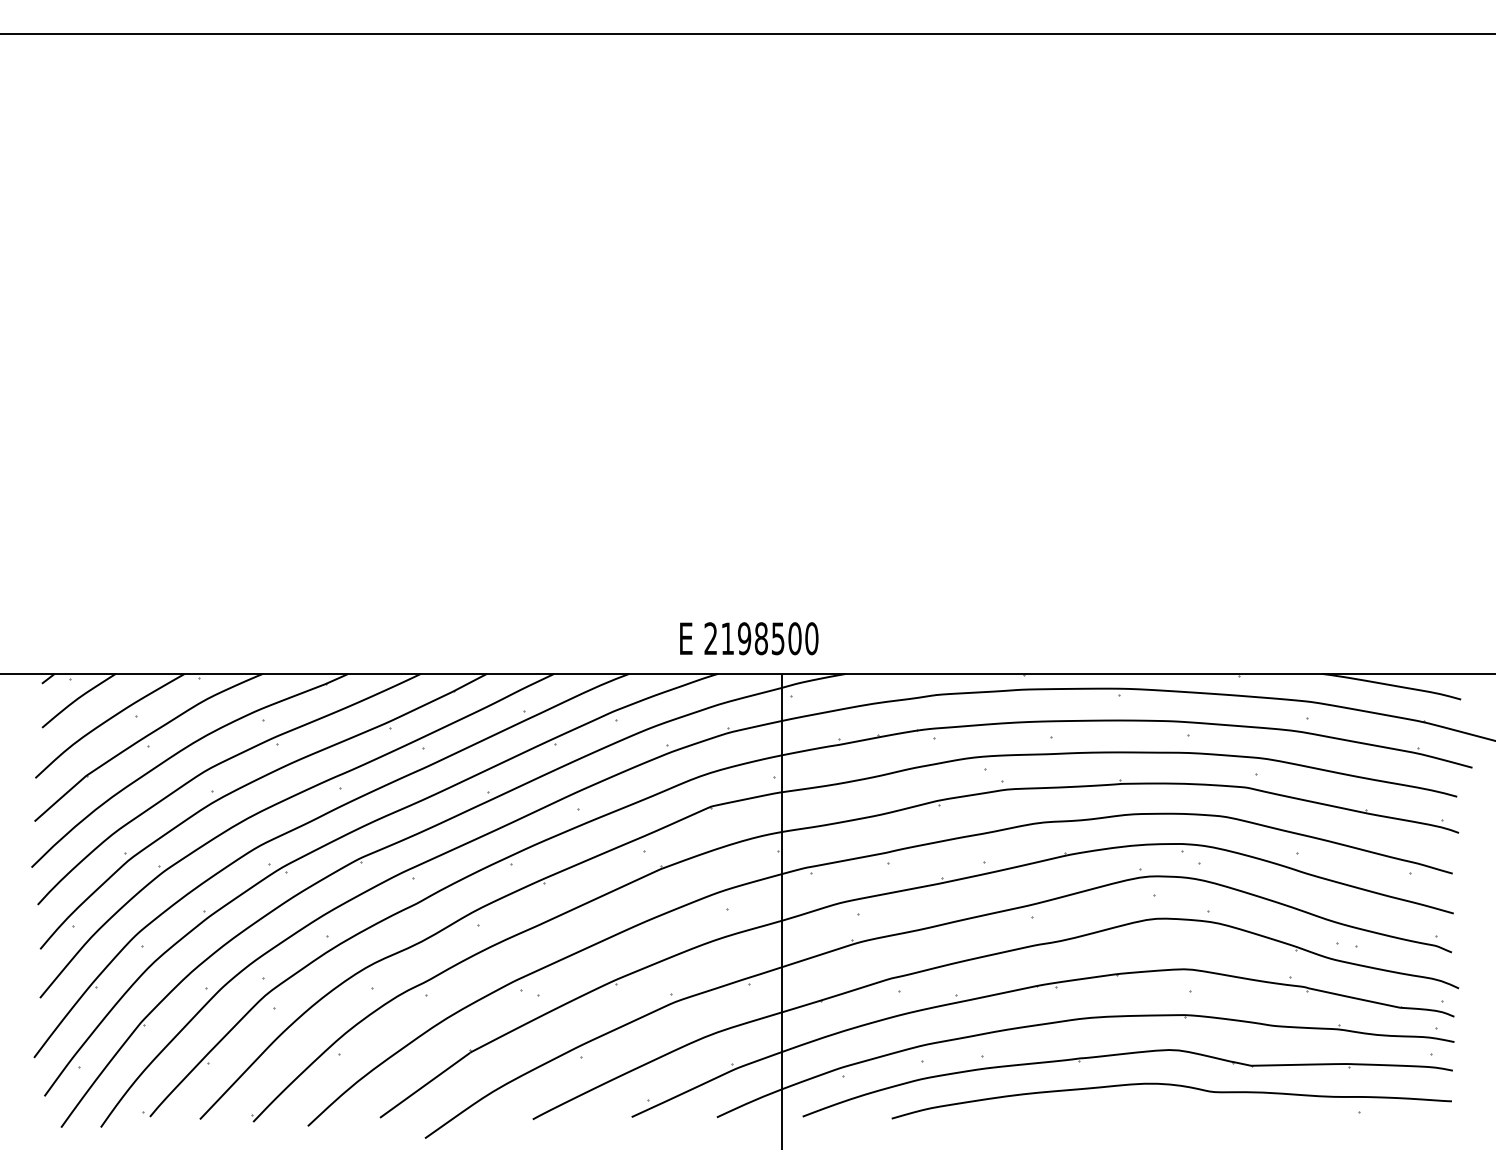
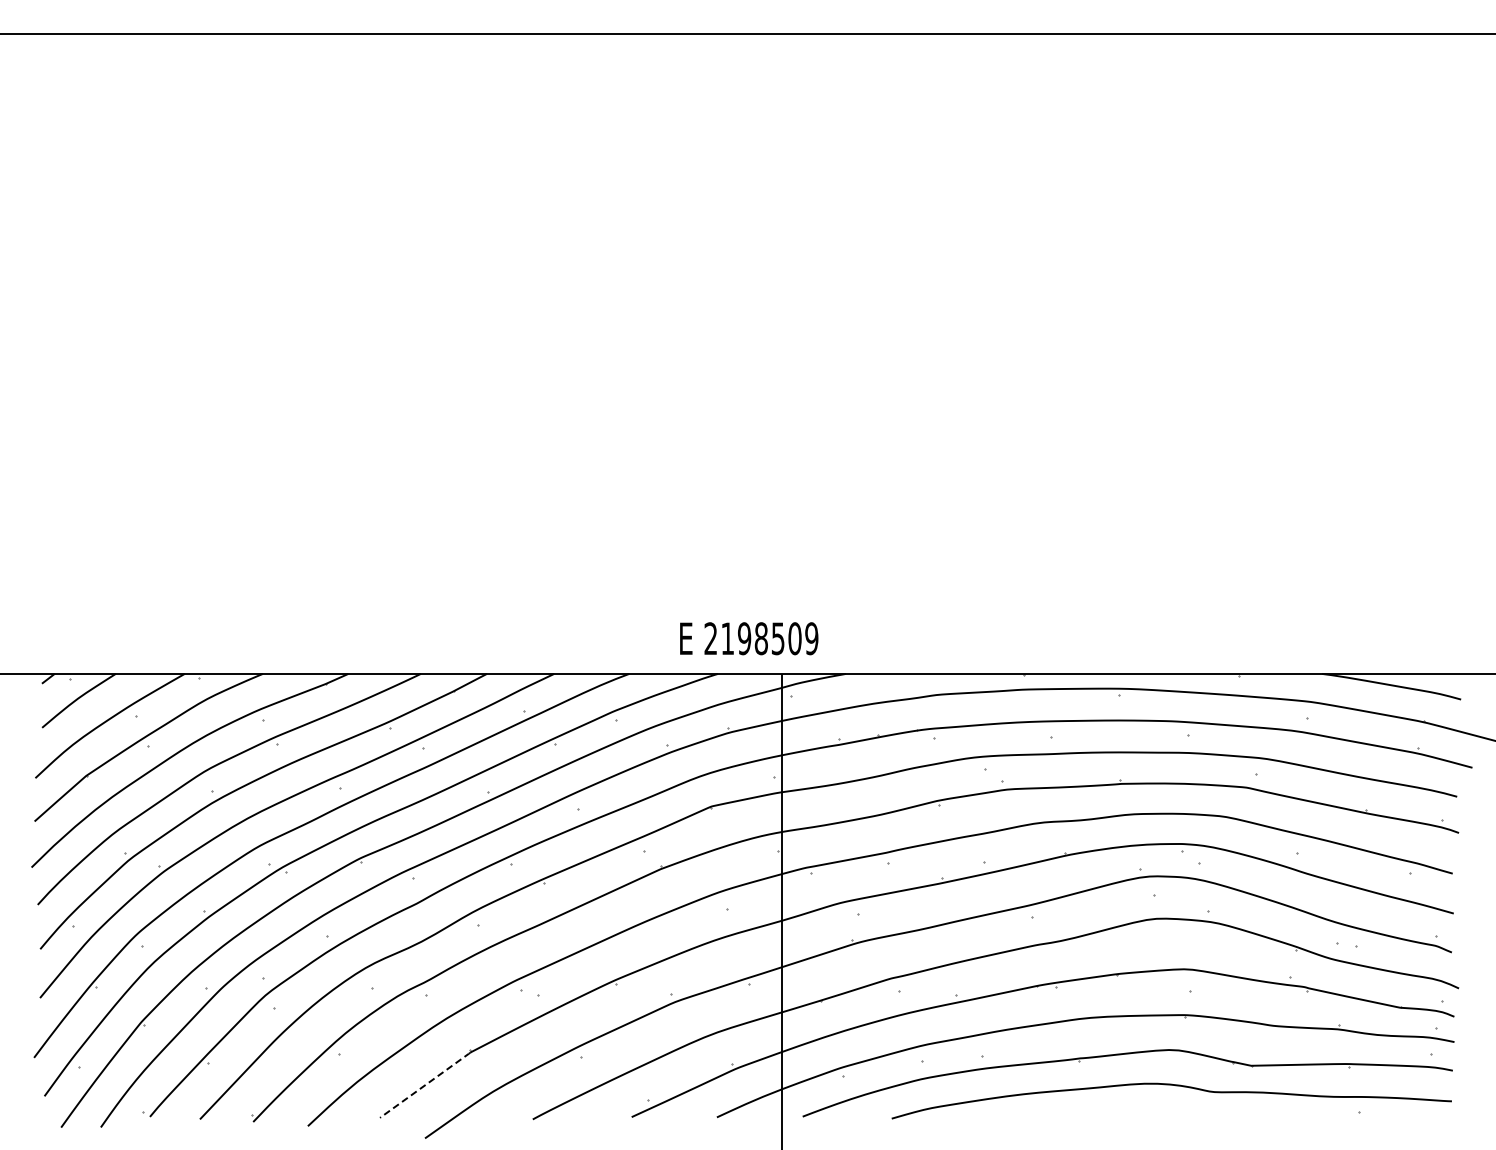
text at (811, 638): 2198500 -> 2198509
line at (425, 1085): solid -> dashed
